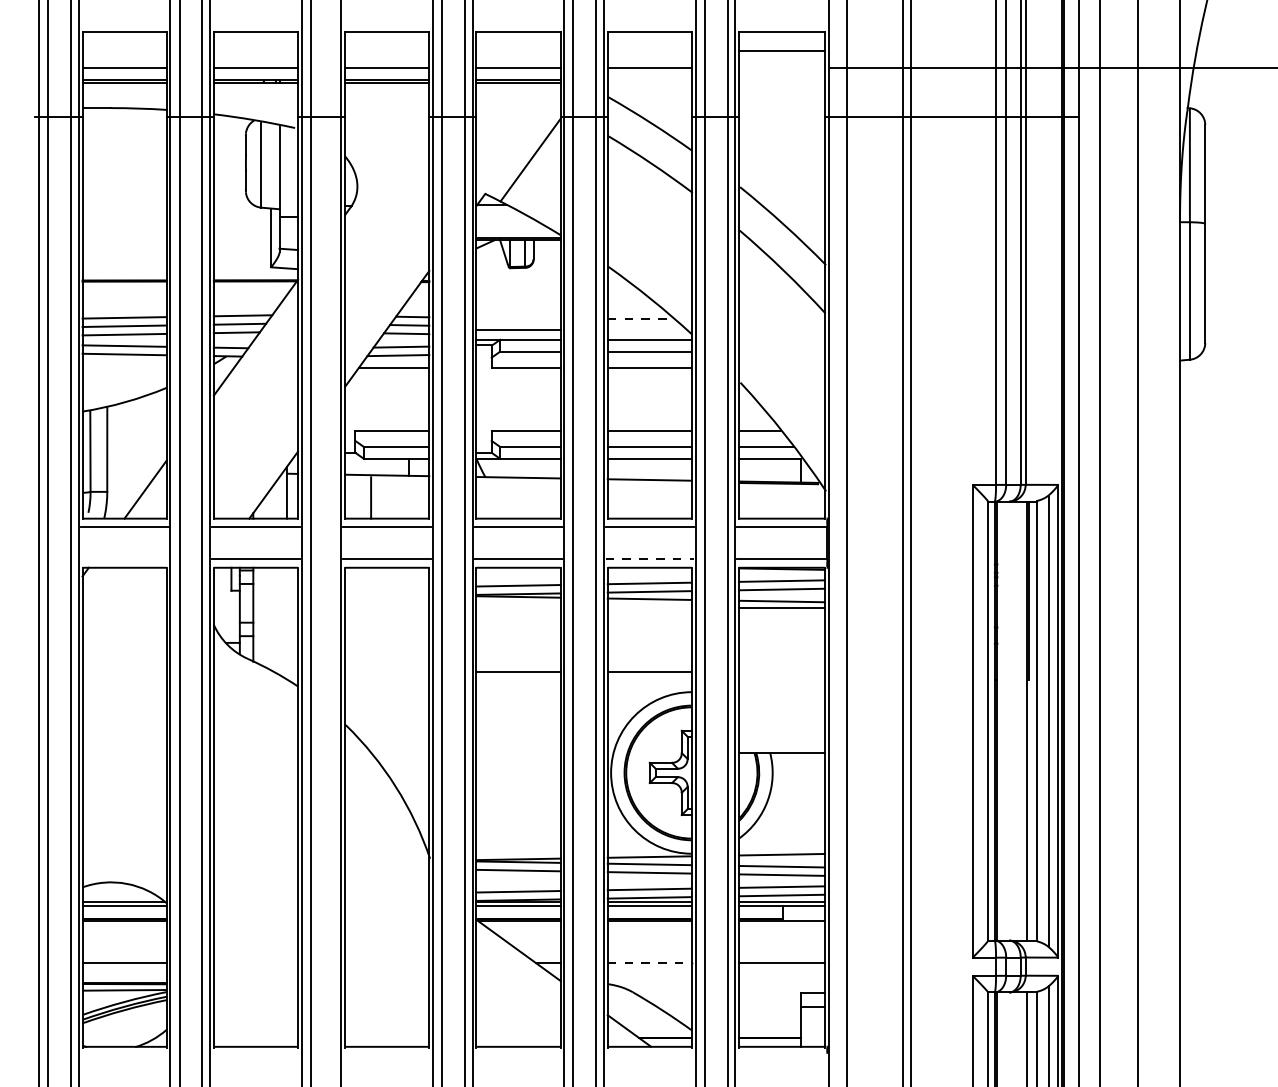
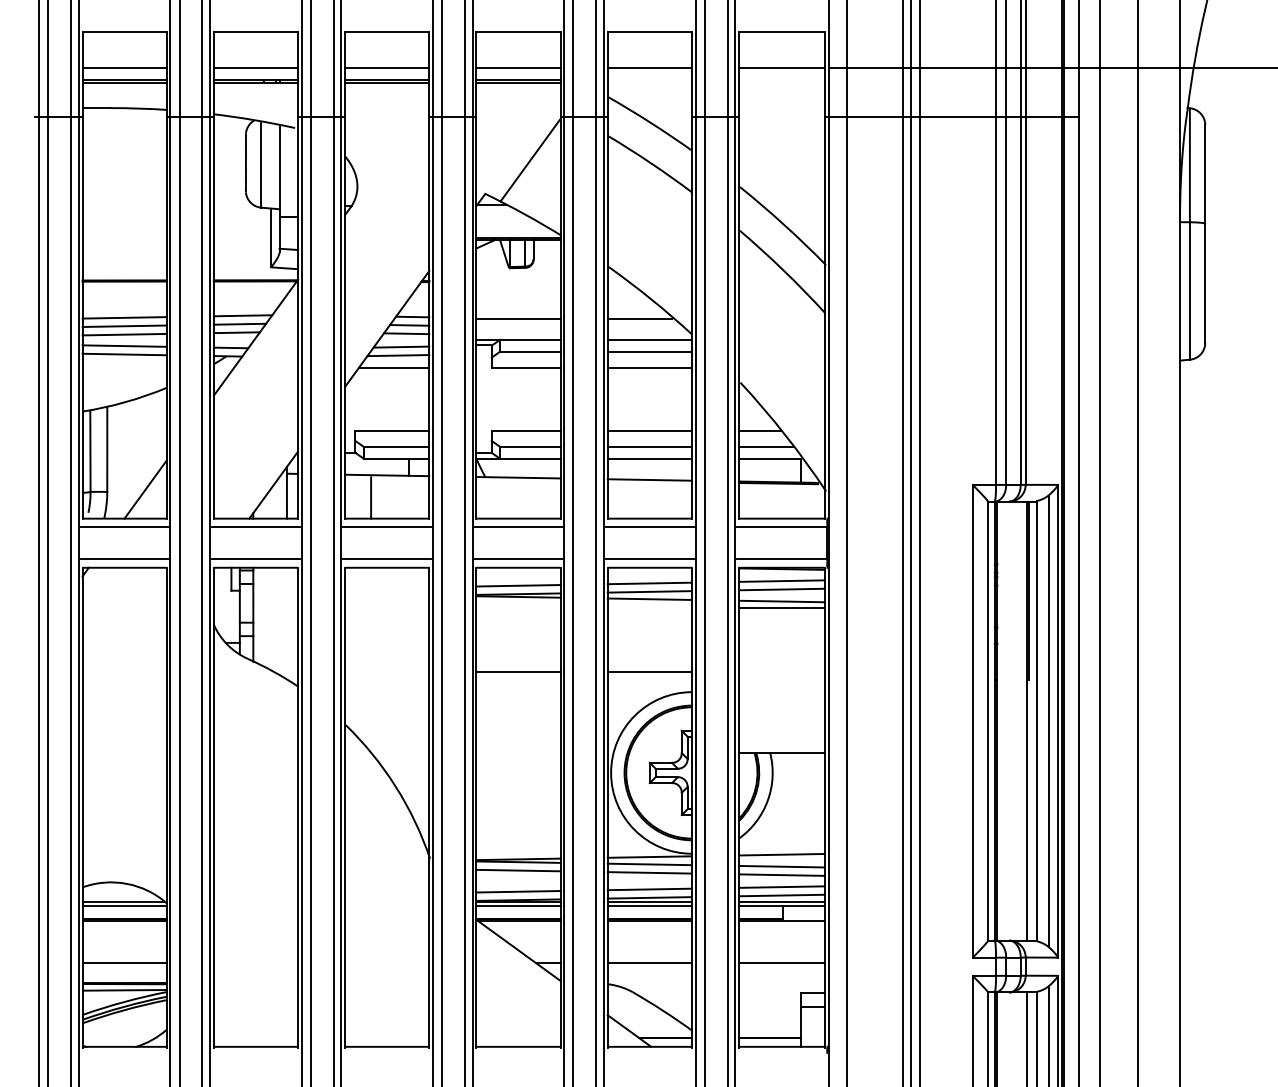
line at (781, 50) position: (781, 50) -> (781, 67)
line at (640, 318): dashed -> solid
line at (518, 329) position: (518, 329) -> (518, 318)
line at (333, 542): none -> present
line at (919, 542): none -> present
line at (124, 559): none -> present
line at (650, 559): dashed -> solid
line at (650, 963): dashed -> solid
